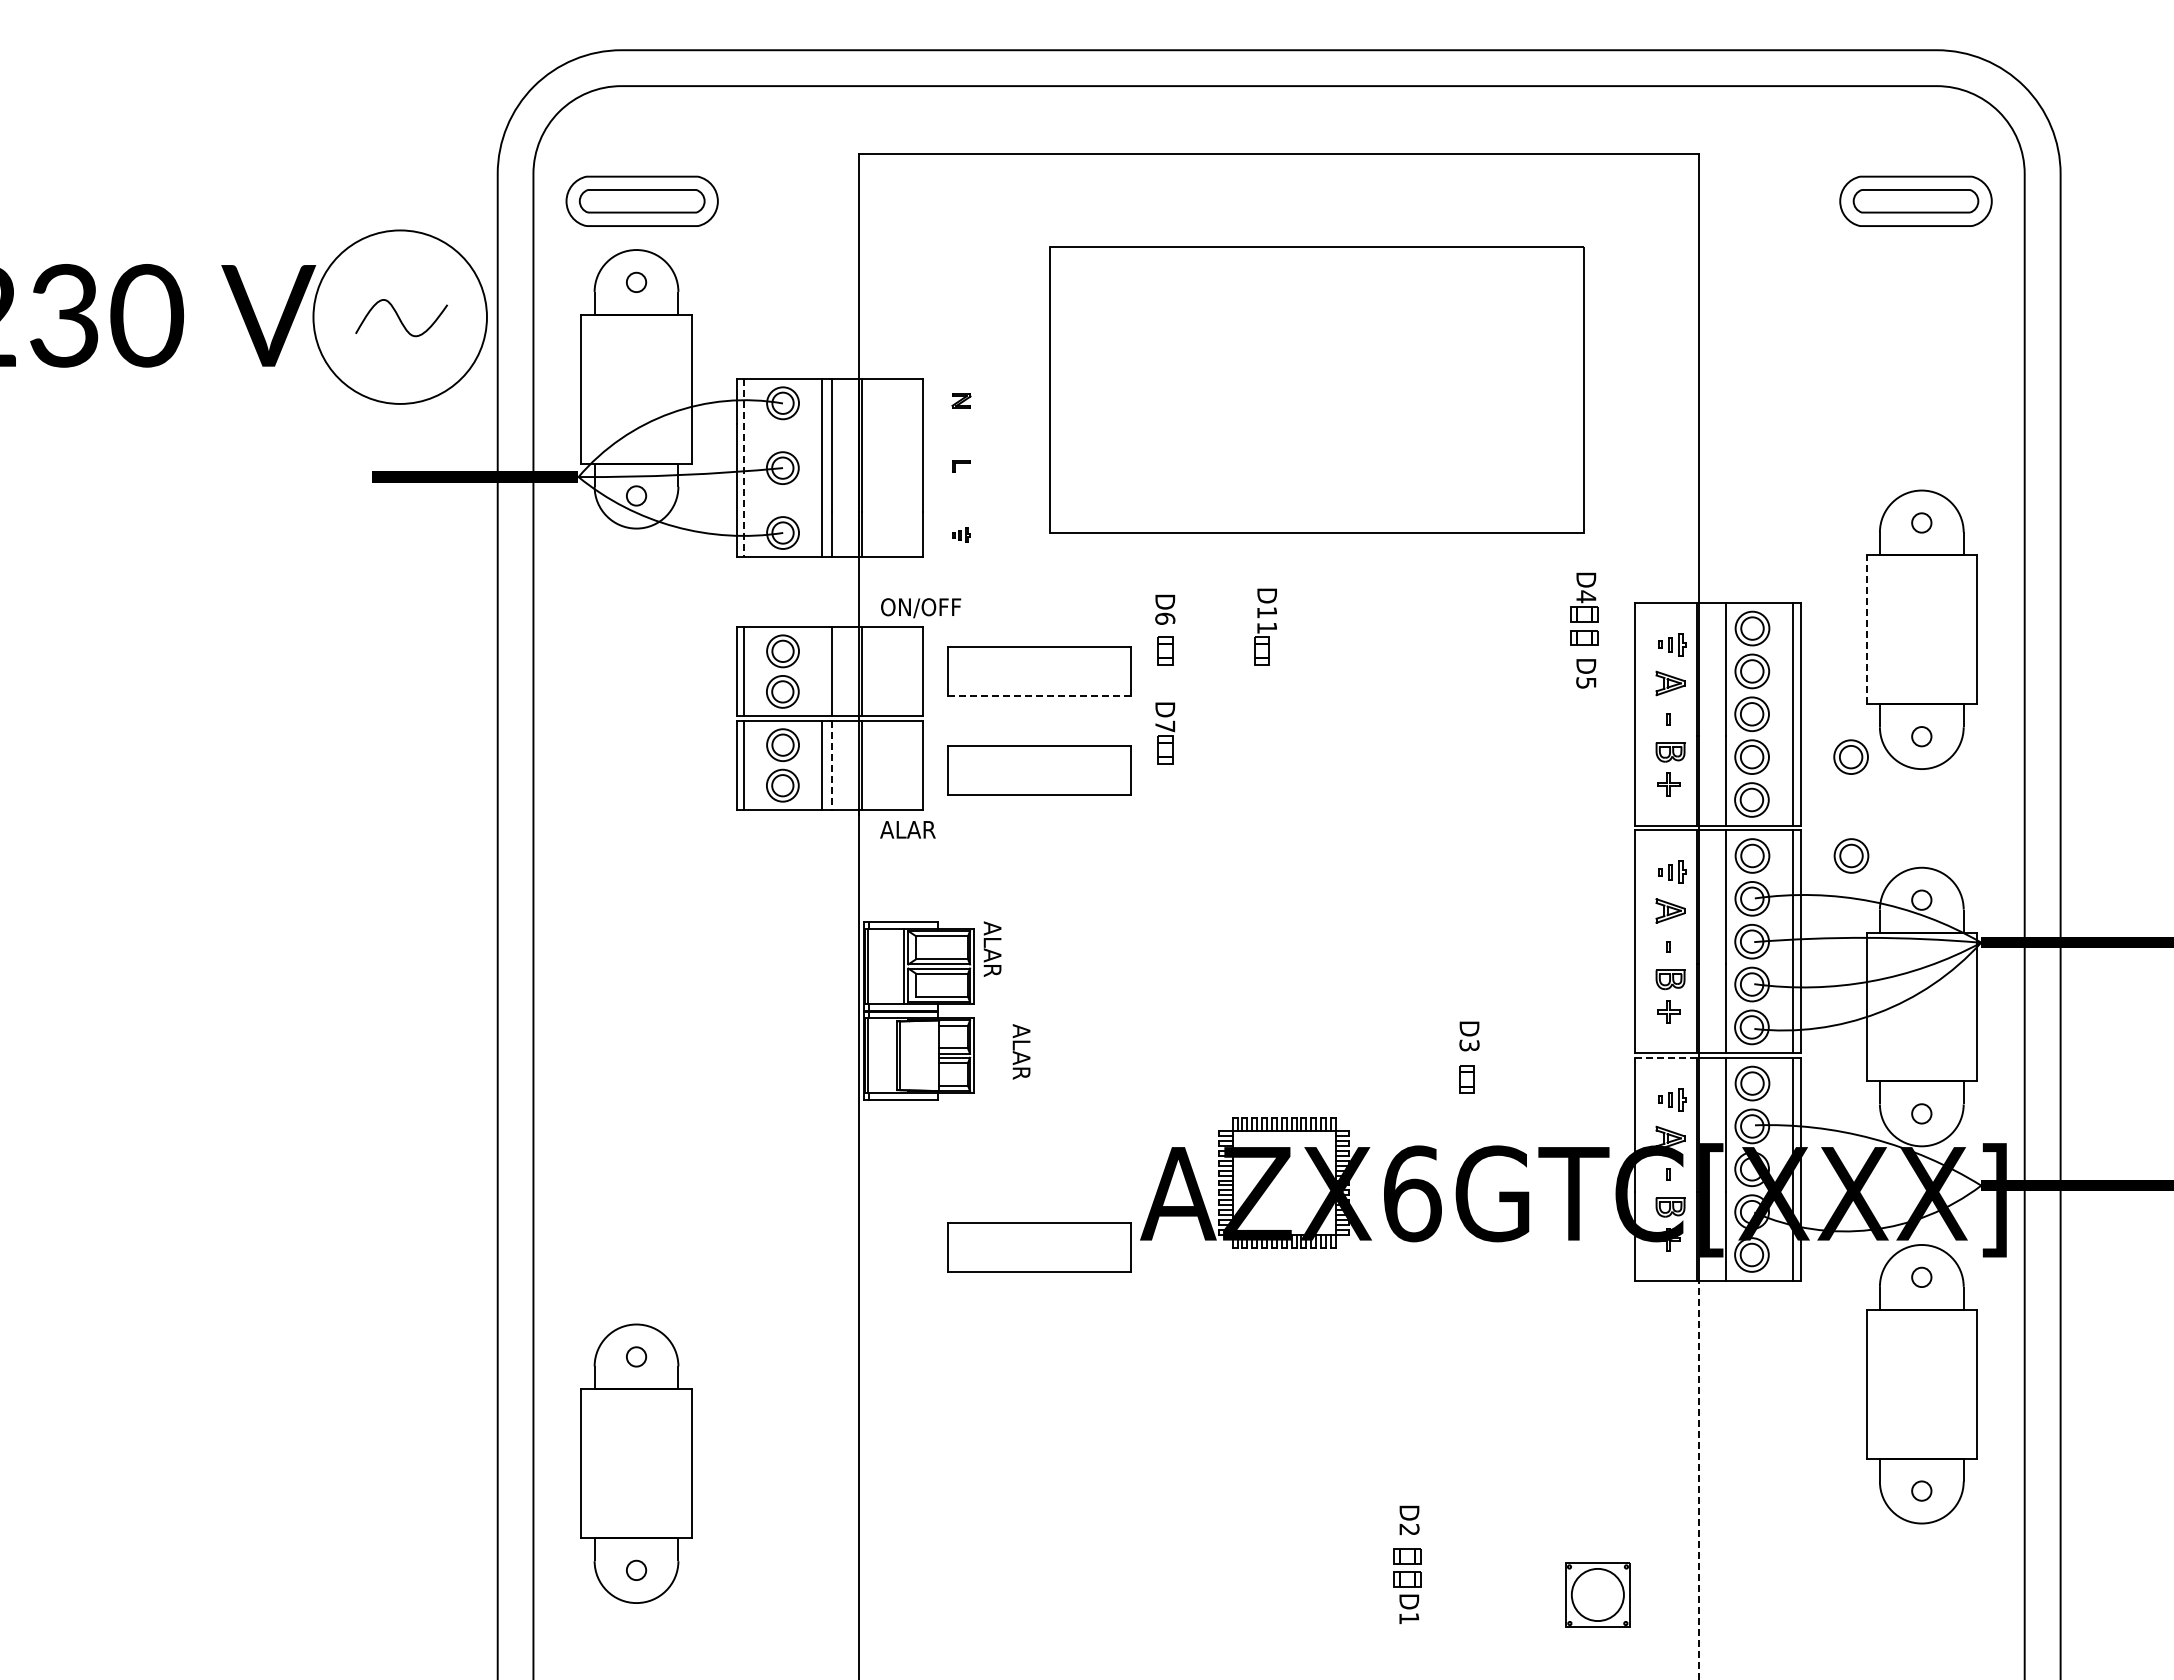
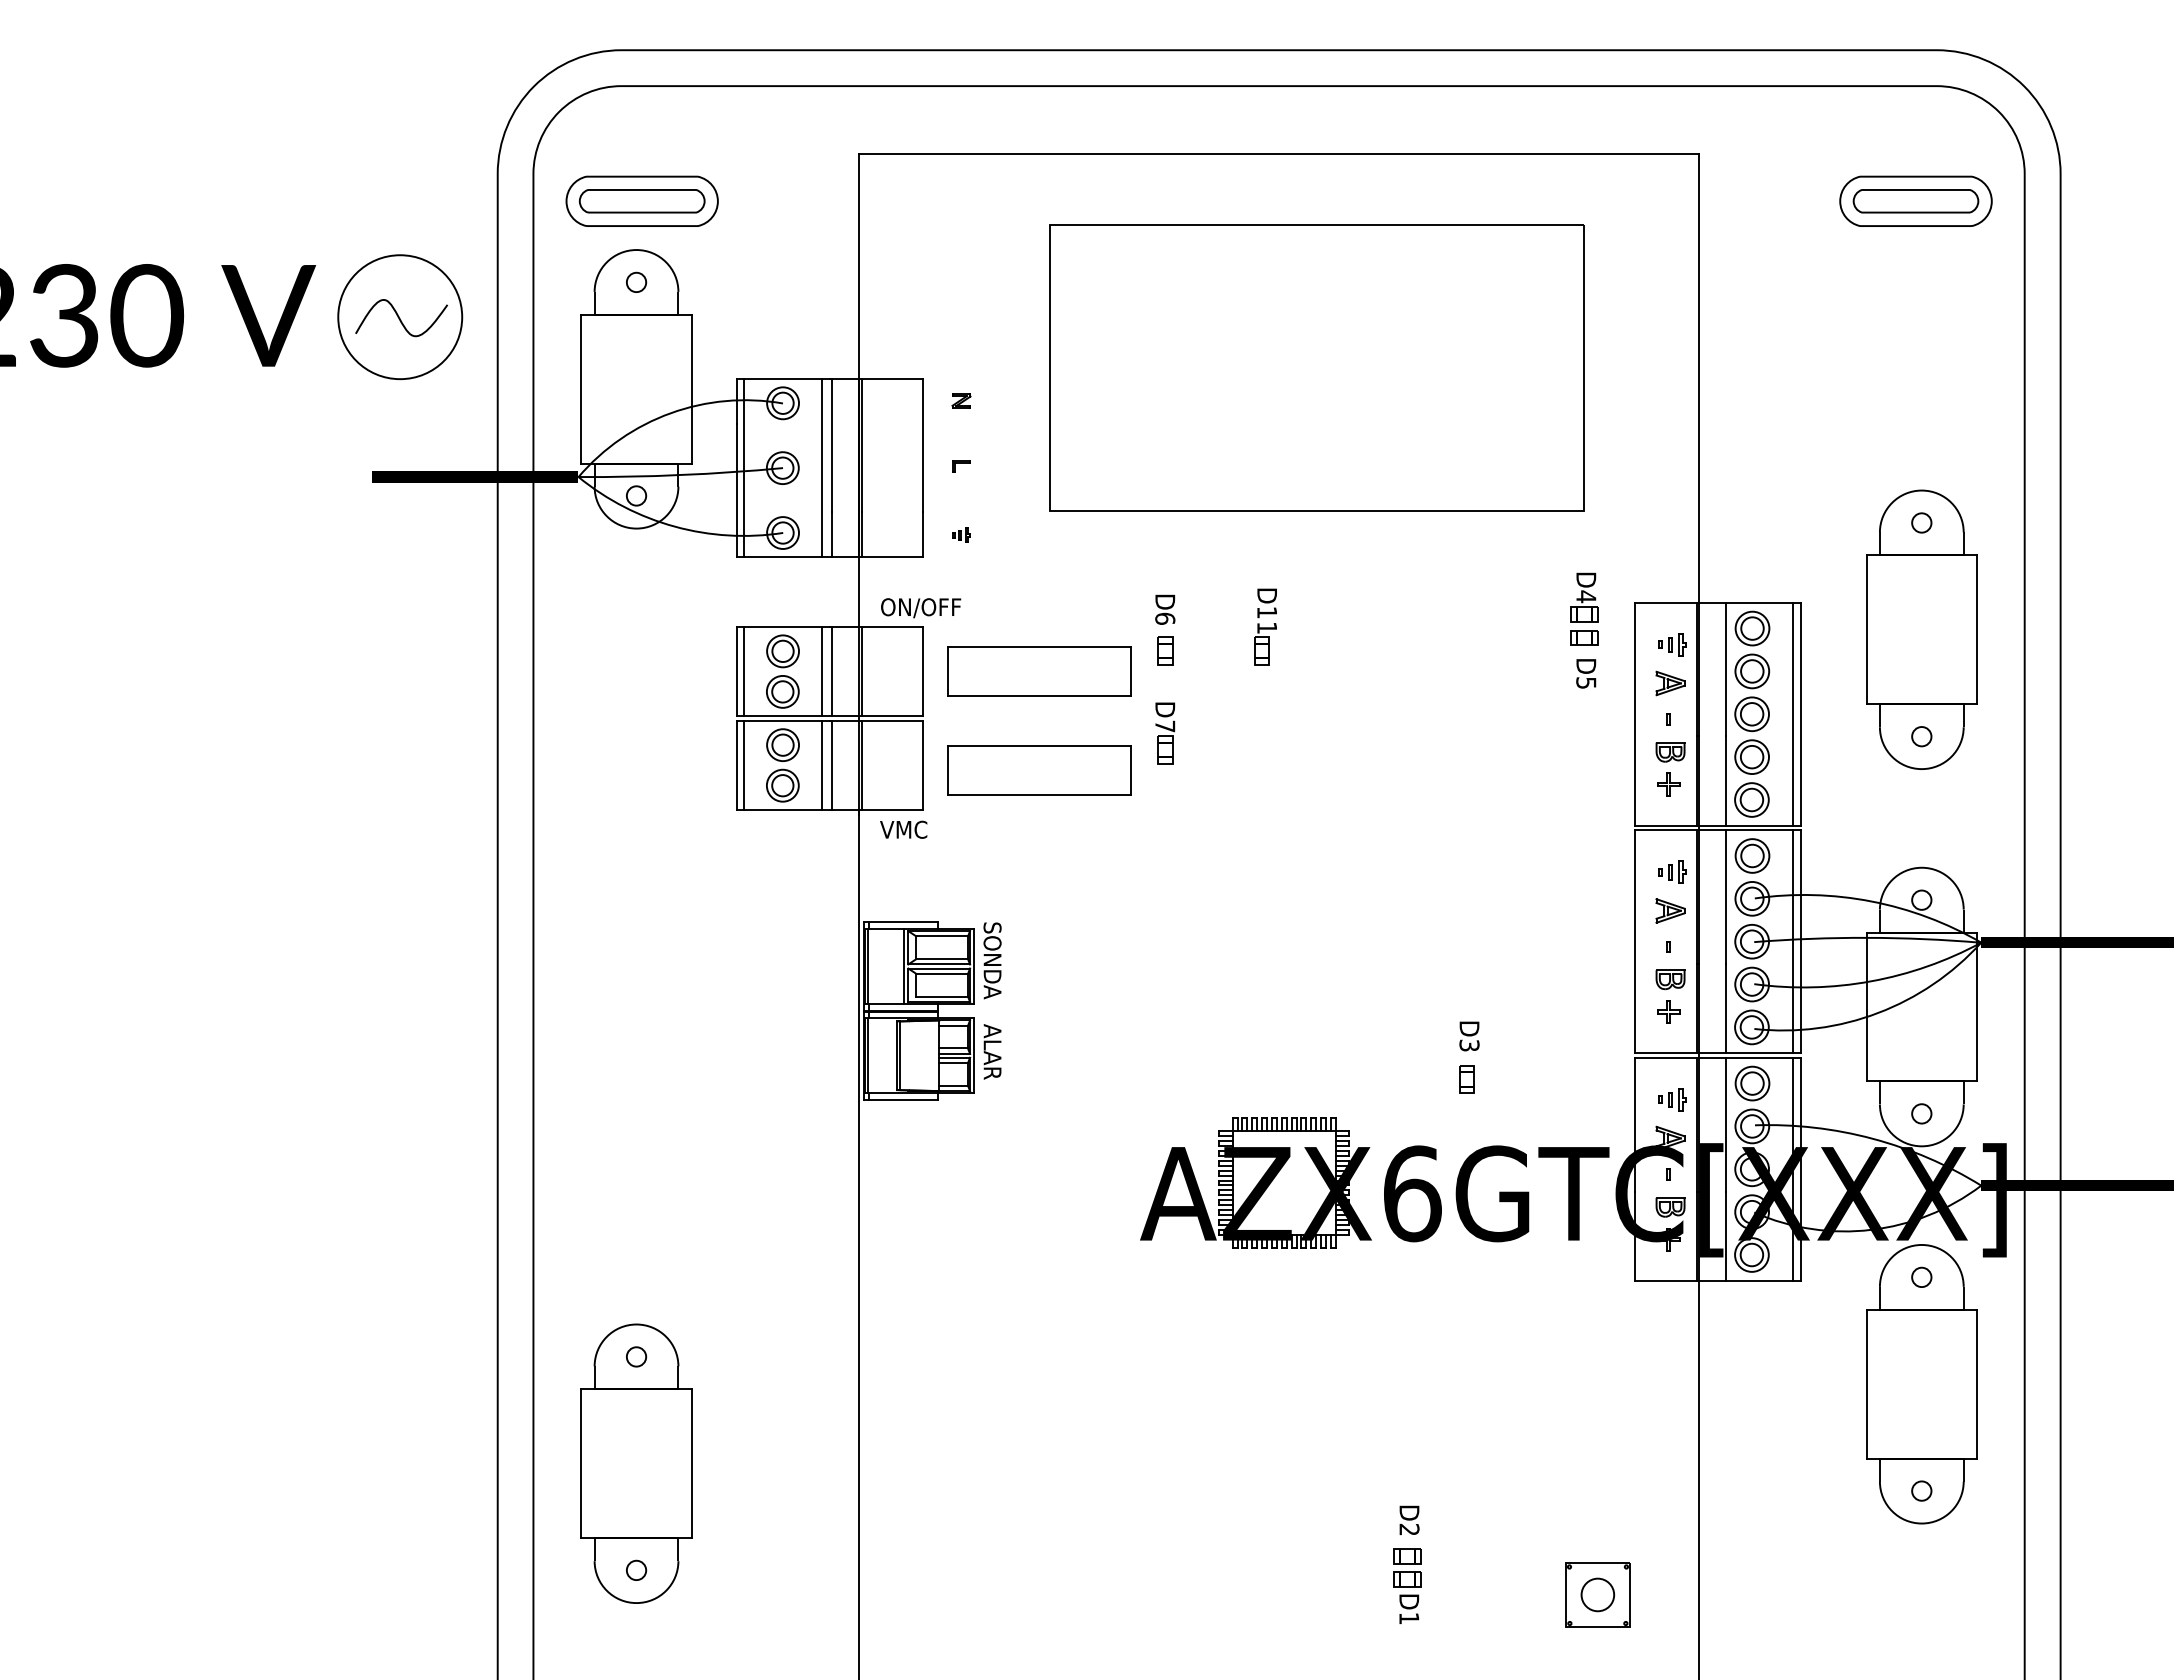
circle at (399, 316) diameter: 174 px -> 124 px
part at (1316, 389) position: (1316, 389) -> (1316, 367)
line at (744, 467): dashed -> solid
line at (1866, 629): dashed -> solid
line at (822, 671): none -> present
line at (1040, 696): dashed -> solid
part at (1850, 756): present -> none
line at (832, 765): dashed -> solid
text at (907, 829): ALAR -> VMC
part at (1851, 855): present -> none
text at (992, 960): ALAR -> SONDA
text at (1021, 1051) position: (1021, 1051) -> (992, 1051)
line at (1665, 1057): dashed -> solid
part at (1039, 1247): present -> none
line at (1699, 1479): dashed -> solid
circle at (1597, 1594) diameter: 52 px -> 33 px
